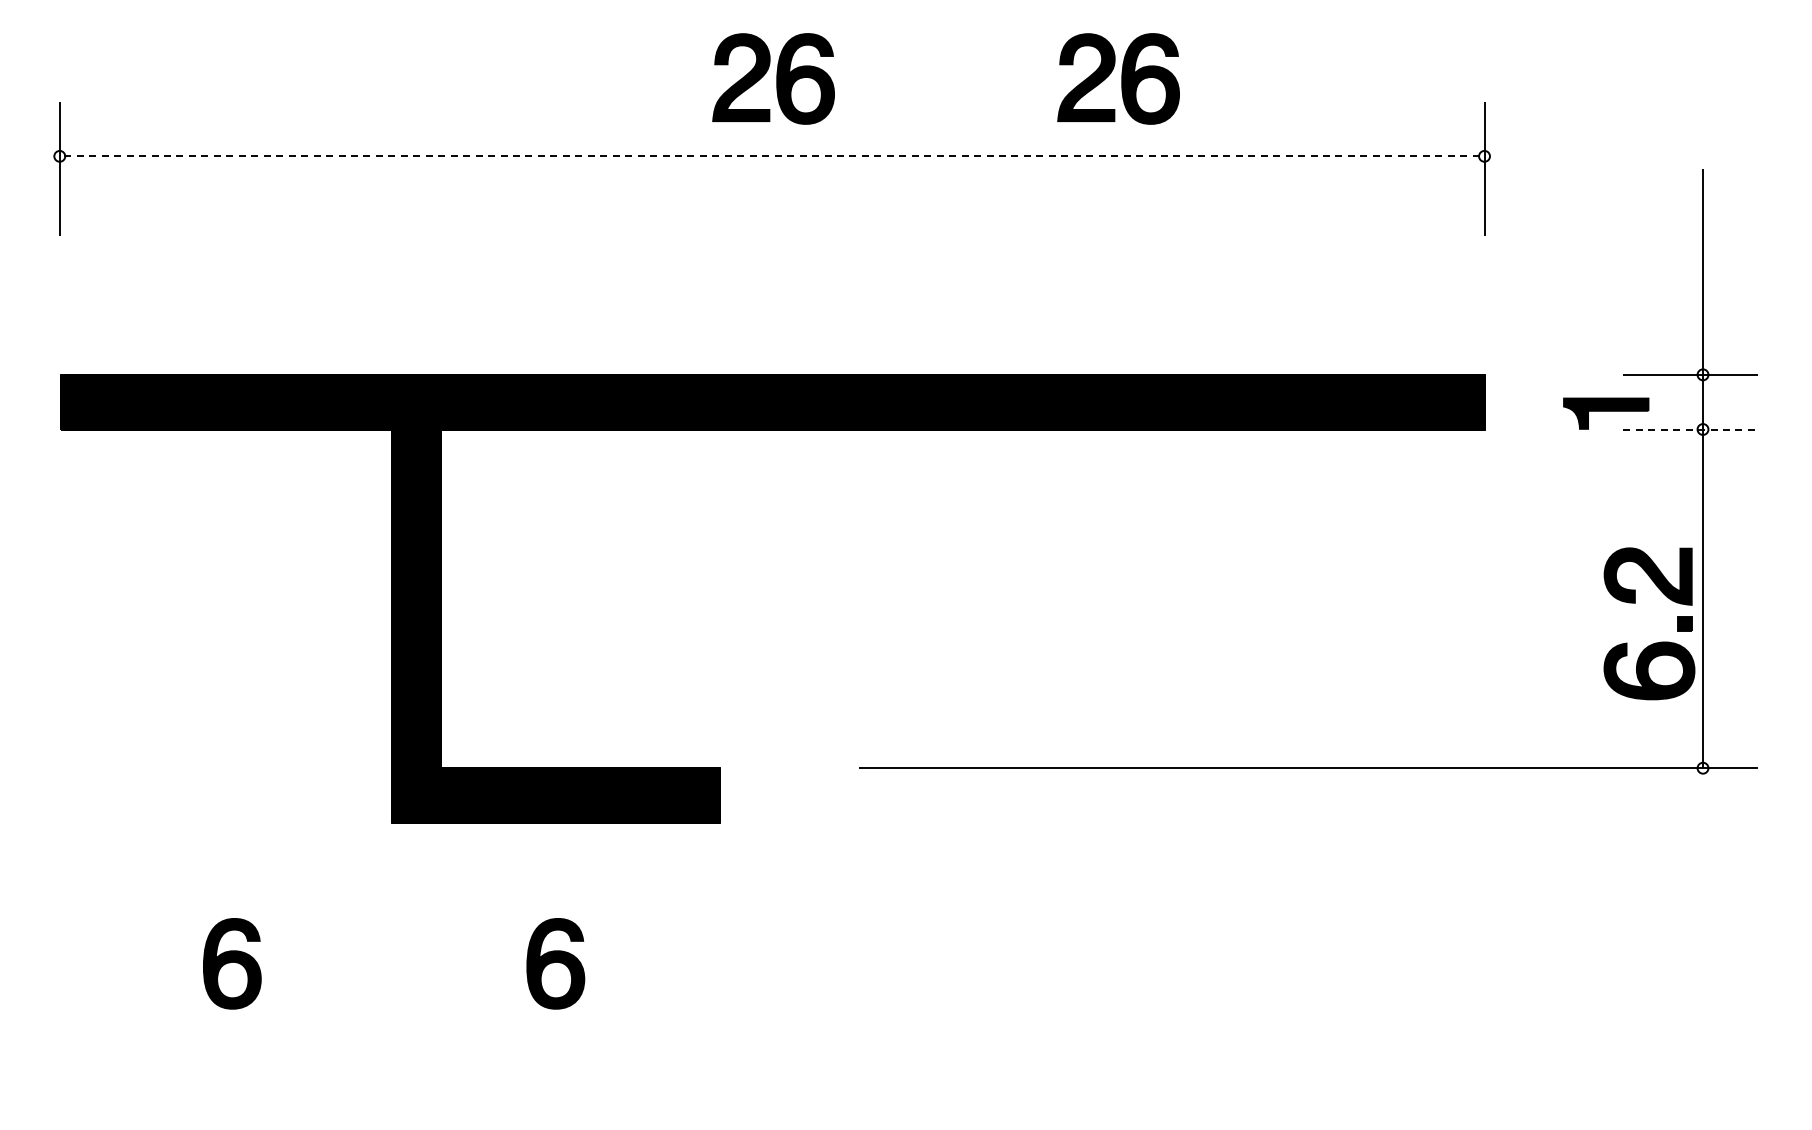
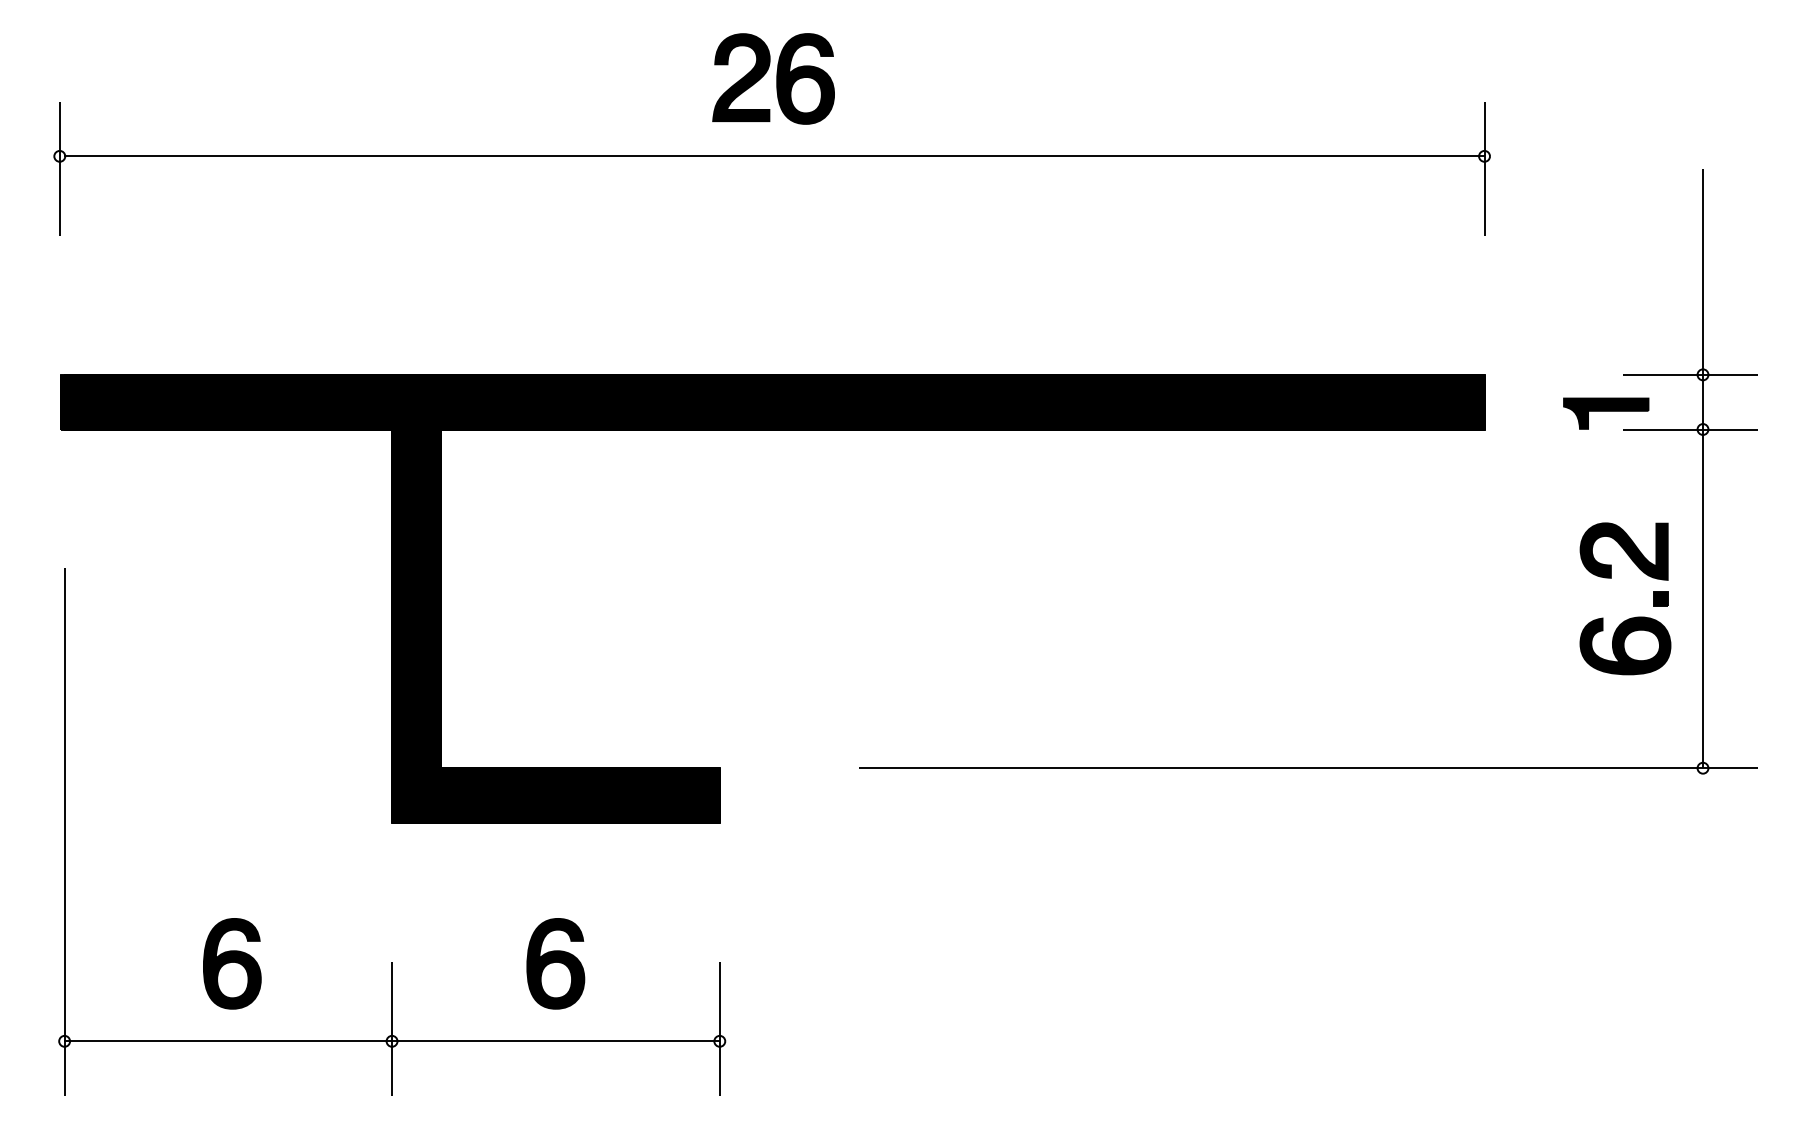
part at (1118, 78): present -> none
line at (774, 156): dashed -> solid
line at (1690, 429): dashed -> solid
part at (1655, 642) position: (1655, 642) -> (1631, 617)
part at (392, 962): none -> present
